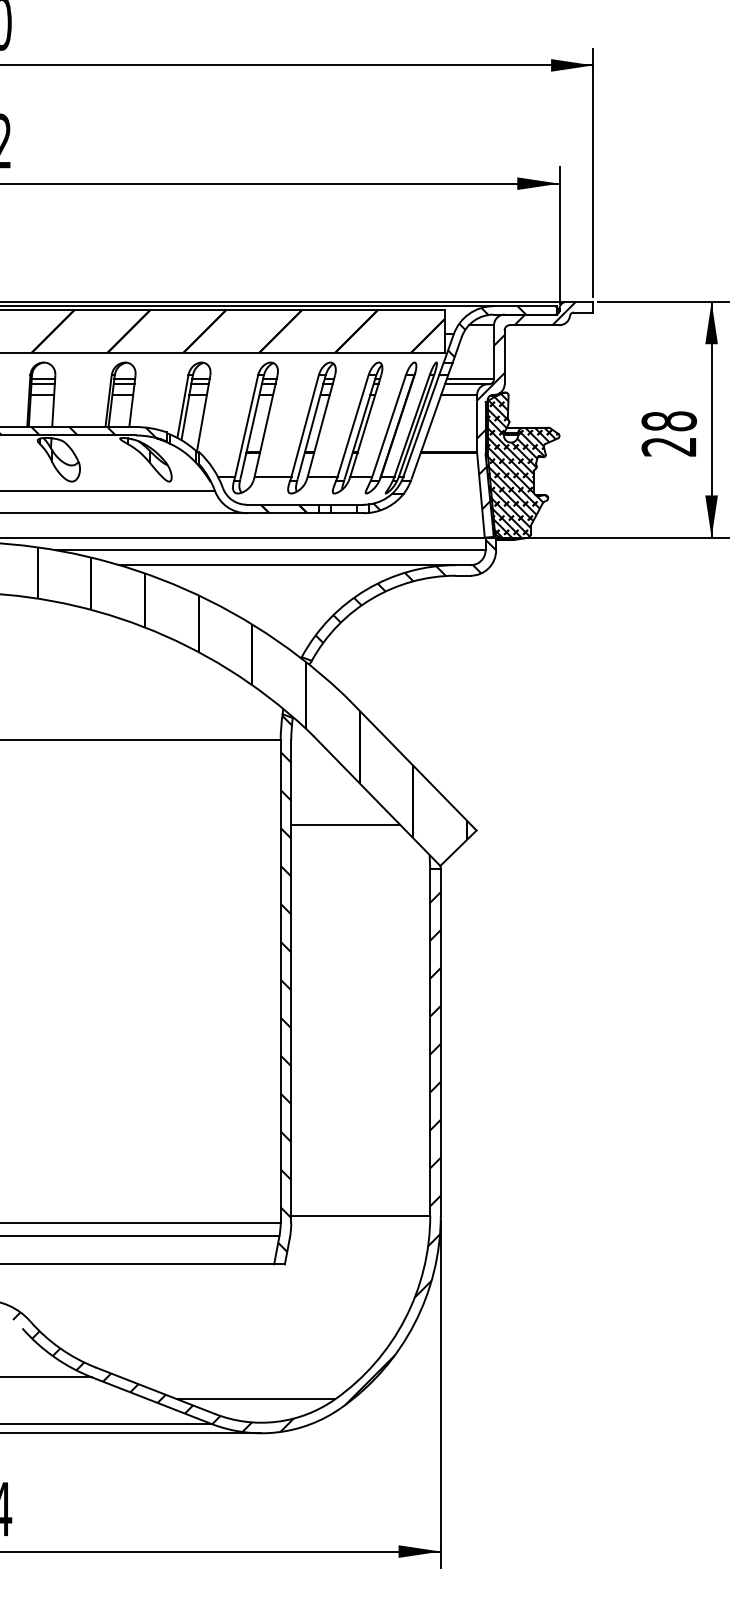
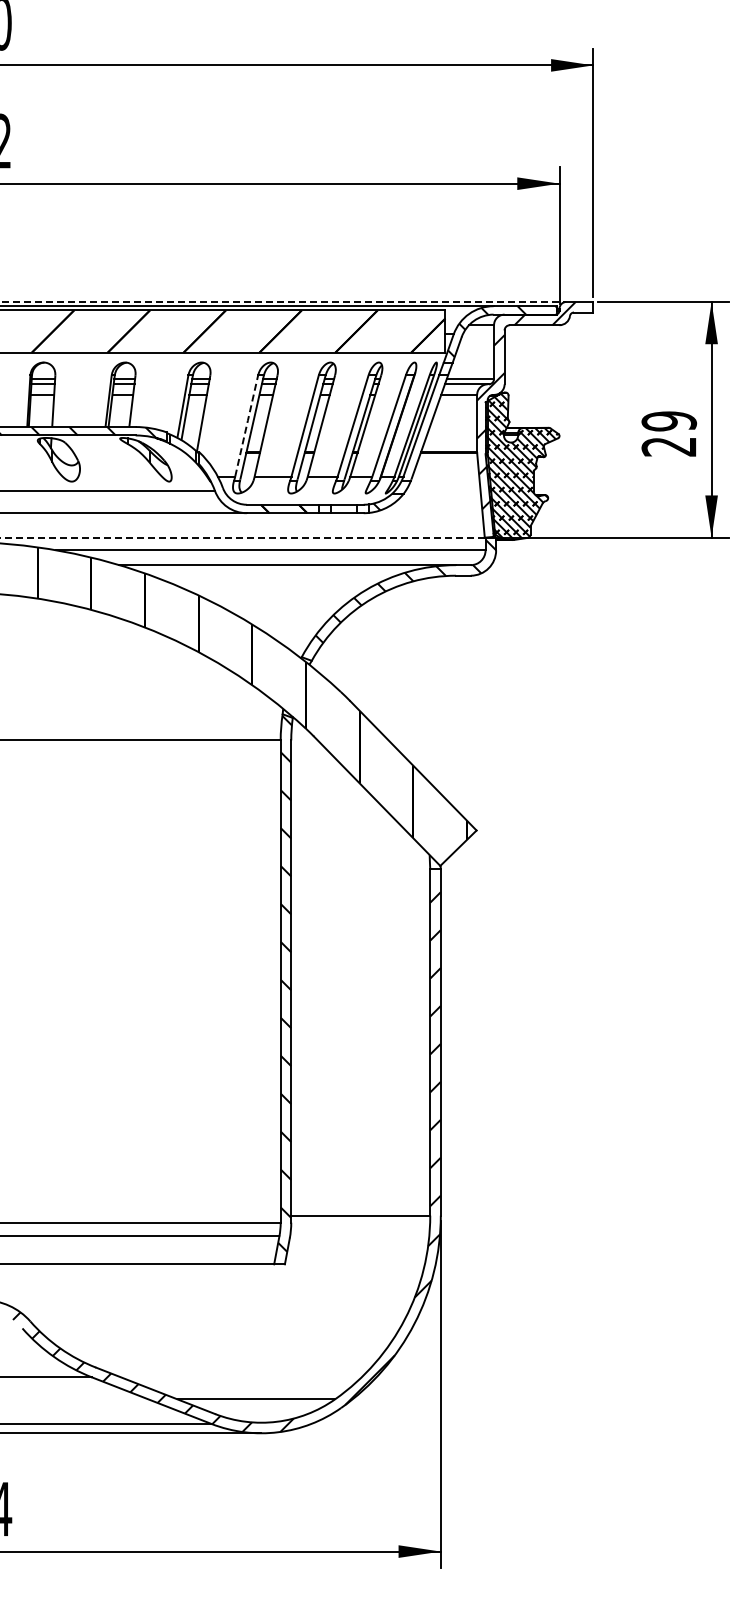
line at (283, 301): solid -> dashed
text at (669, 421): 28 -> 29
line at (246, 425): solid -> dashed
line at (241, 537): solid -> dashed
line at (345, 824): present -> none
